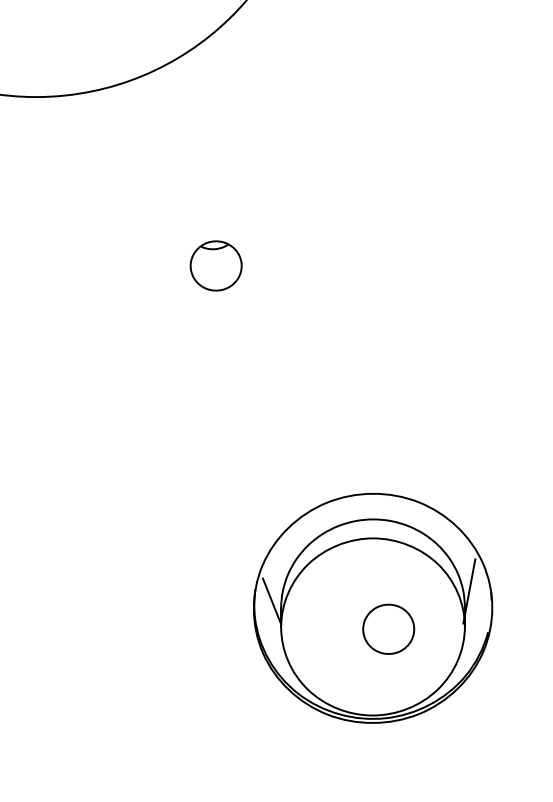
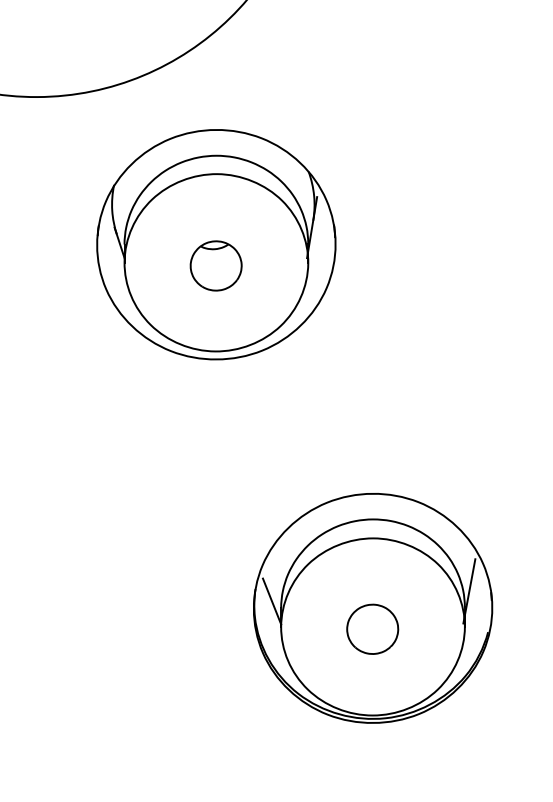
part at (216, 244): none -> present
part at (388, 628) position: (388, 628) -> (372, 628)
